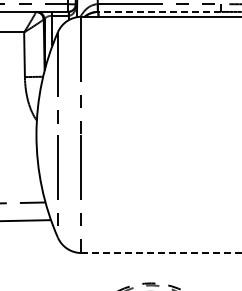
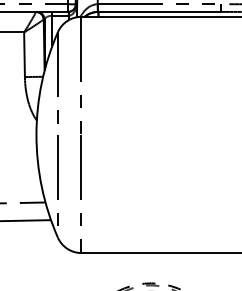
line at (158, 11): dashed -> solid
line at (161, 253): dashed -> solid
